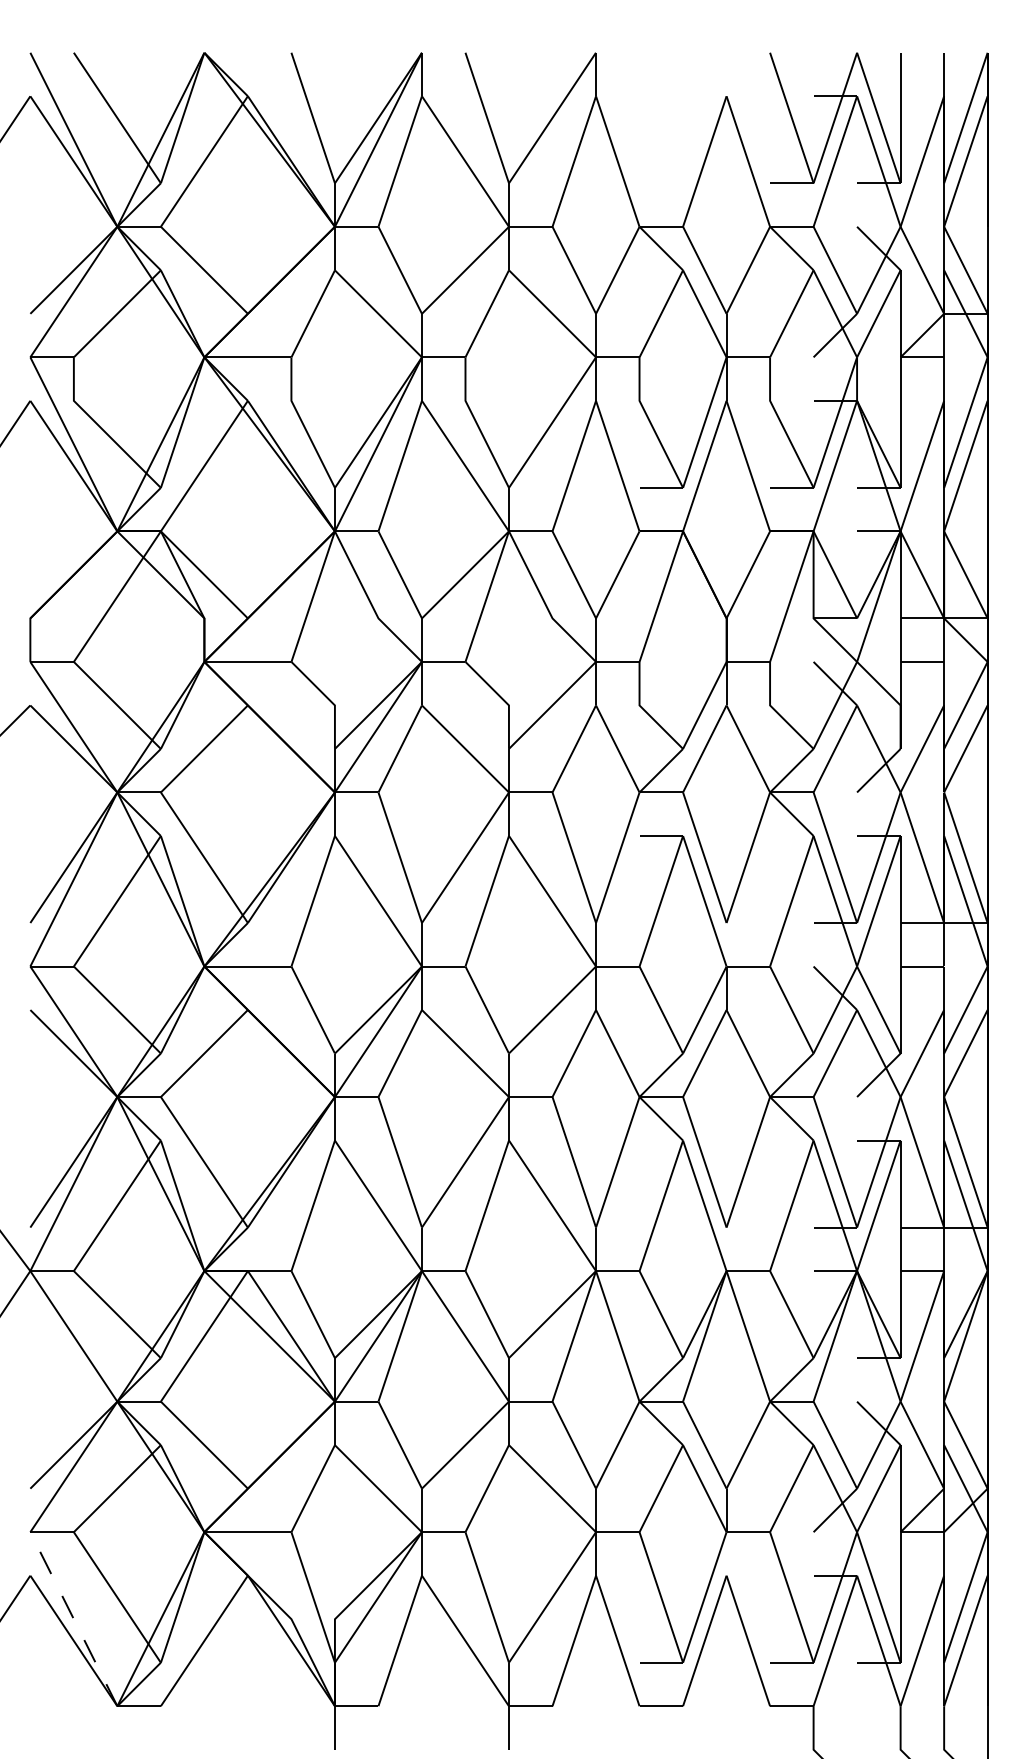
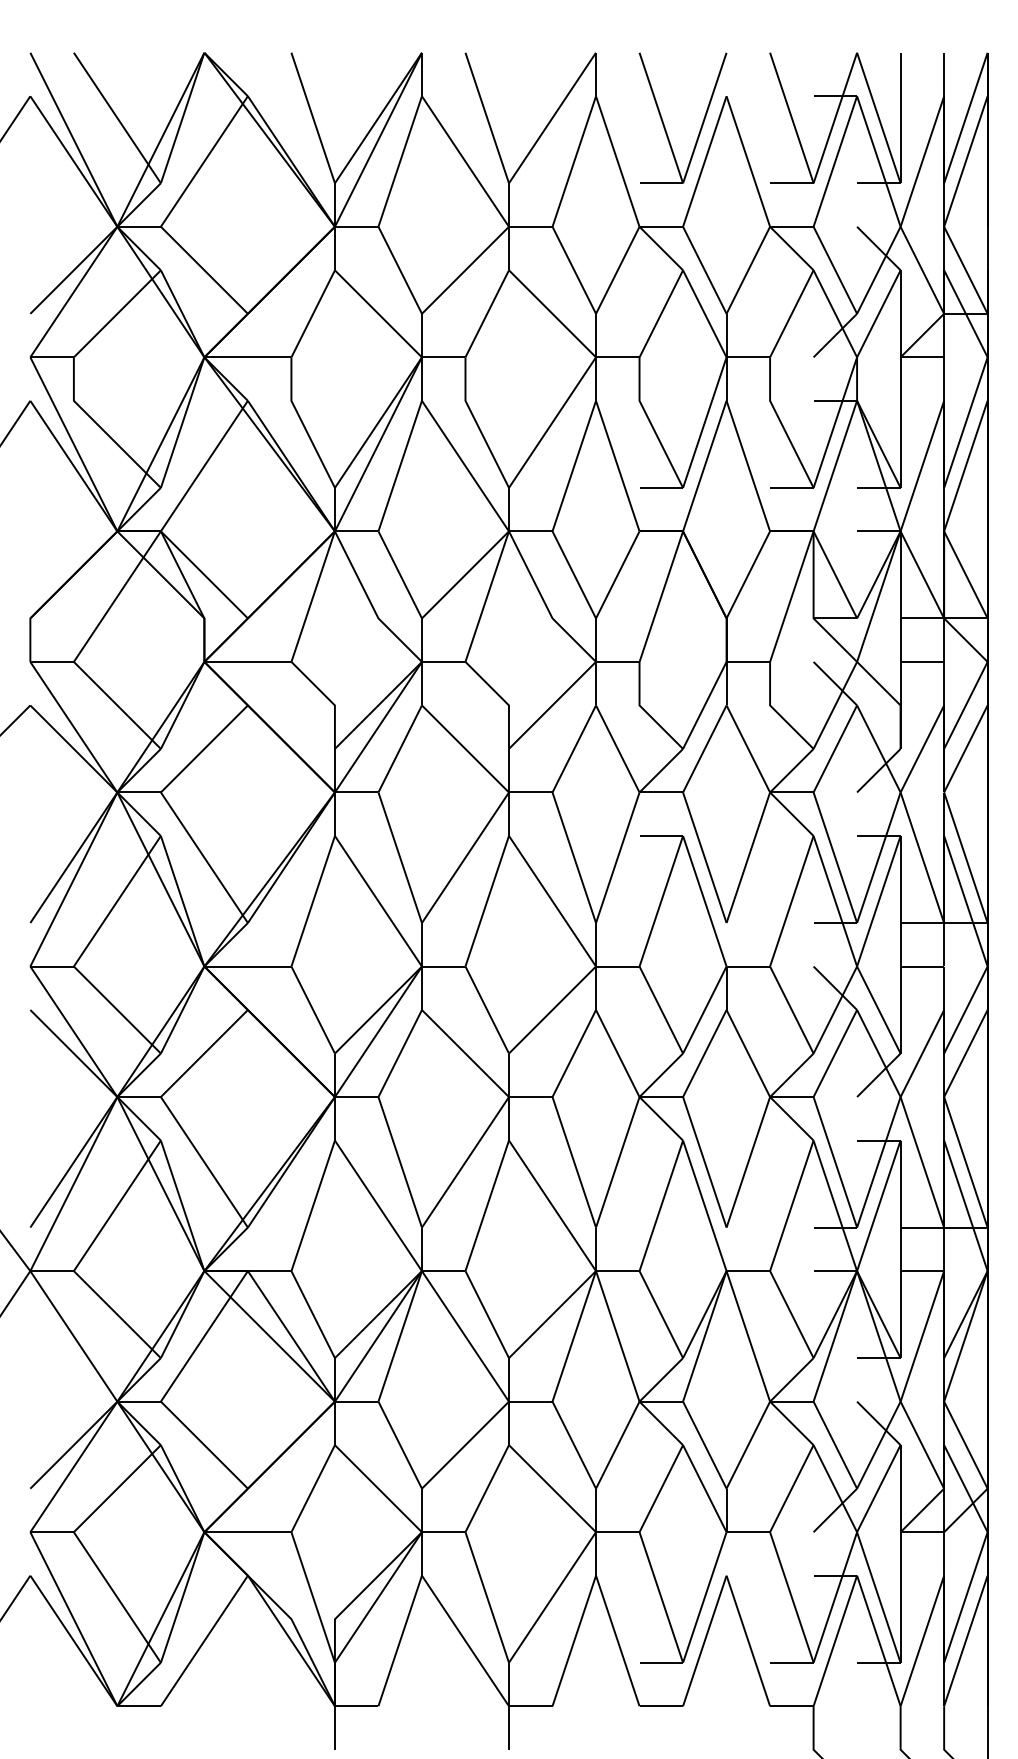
part at (664, 123): none -> present
line at (73, 1619): dashed -> solid
